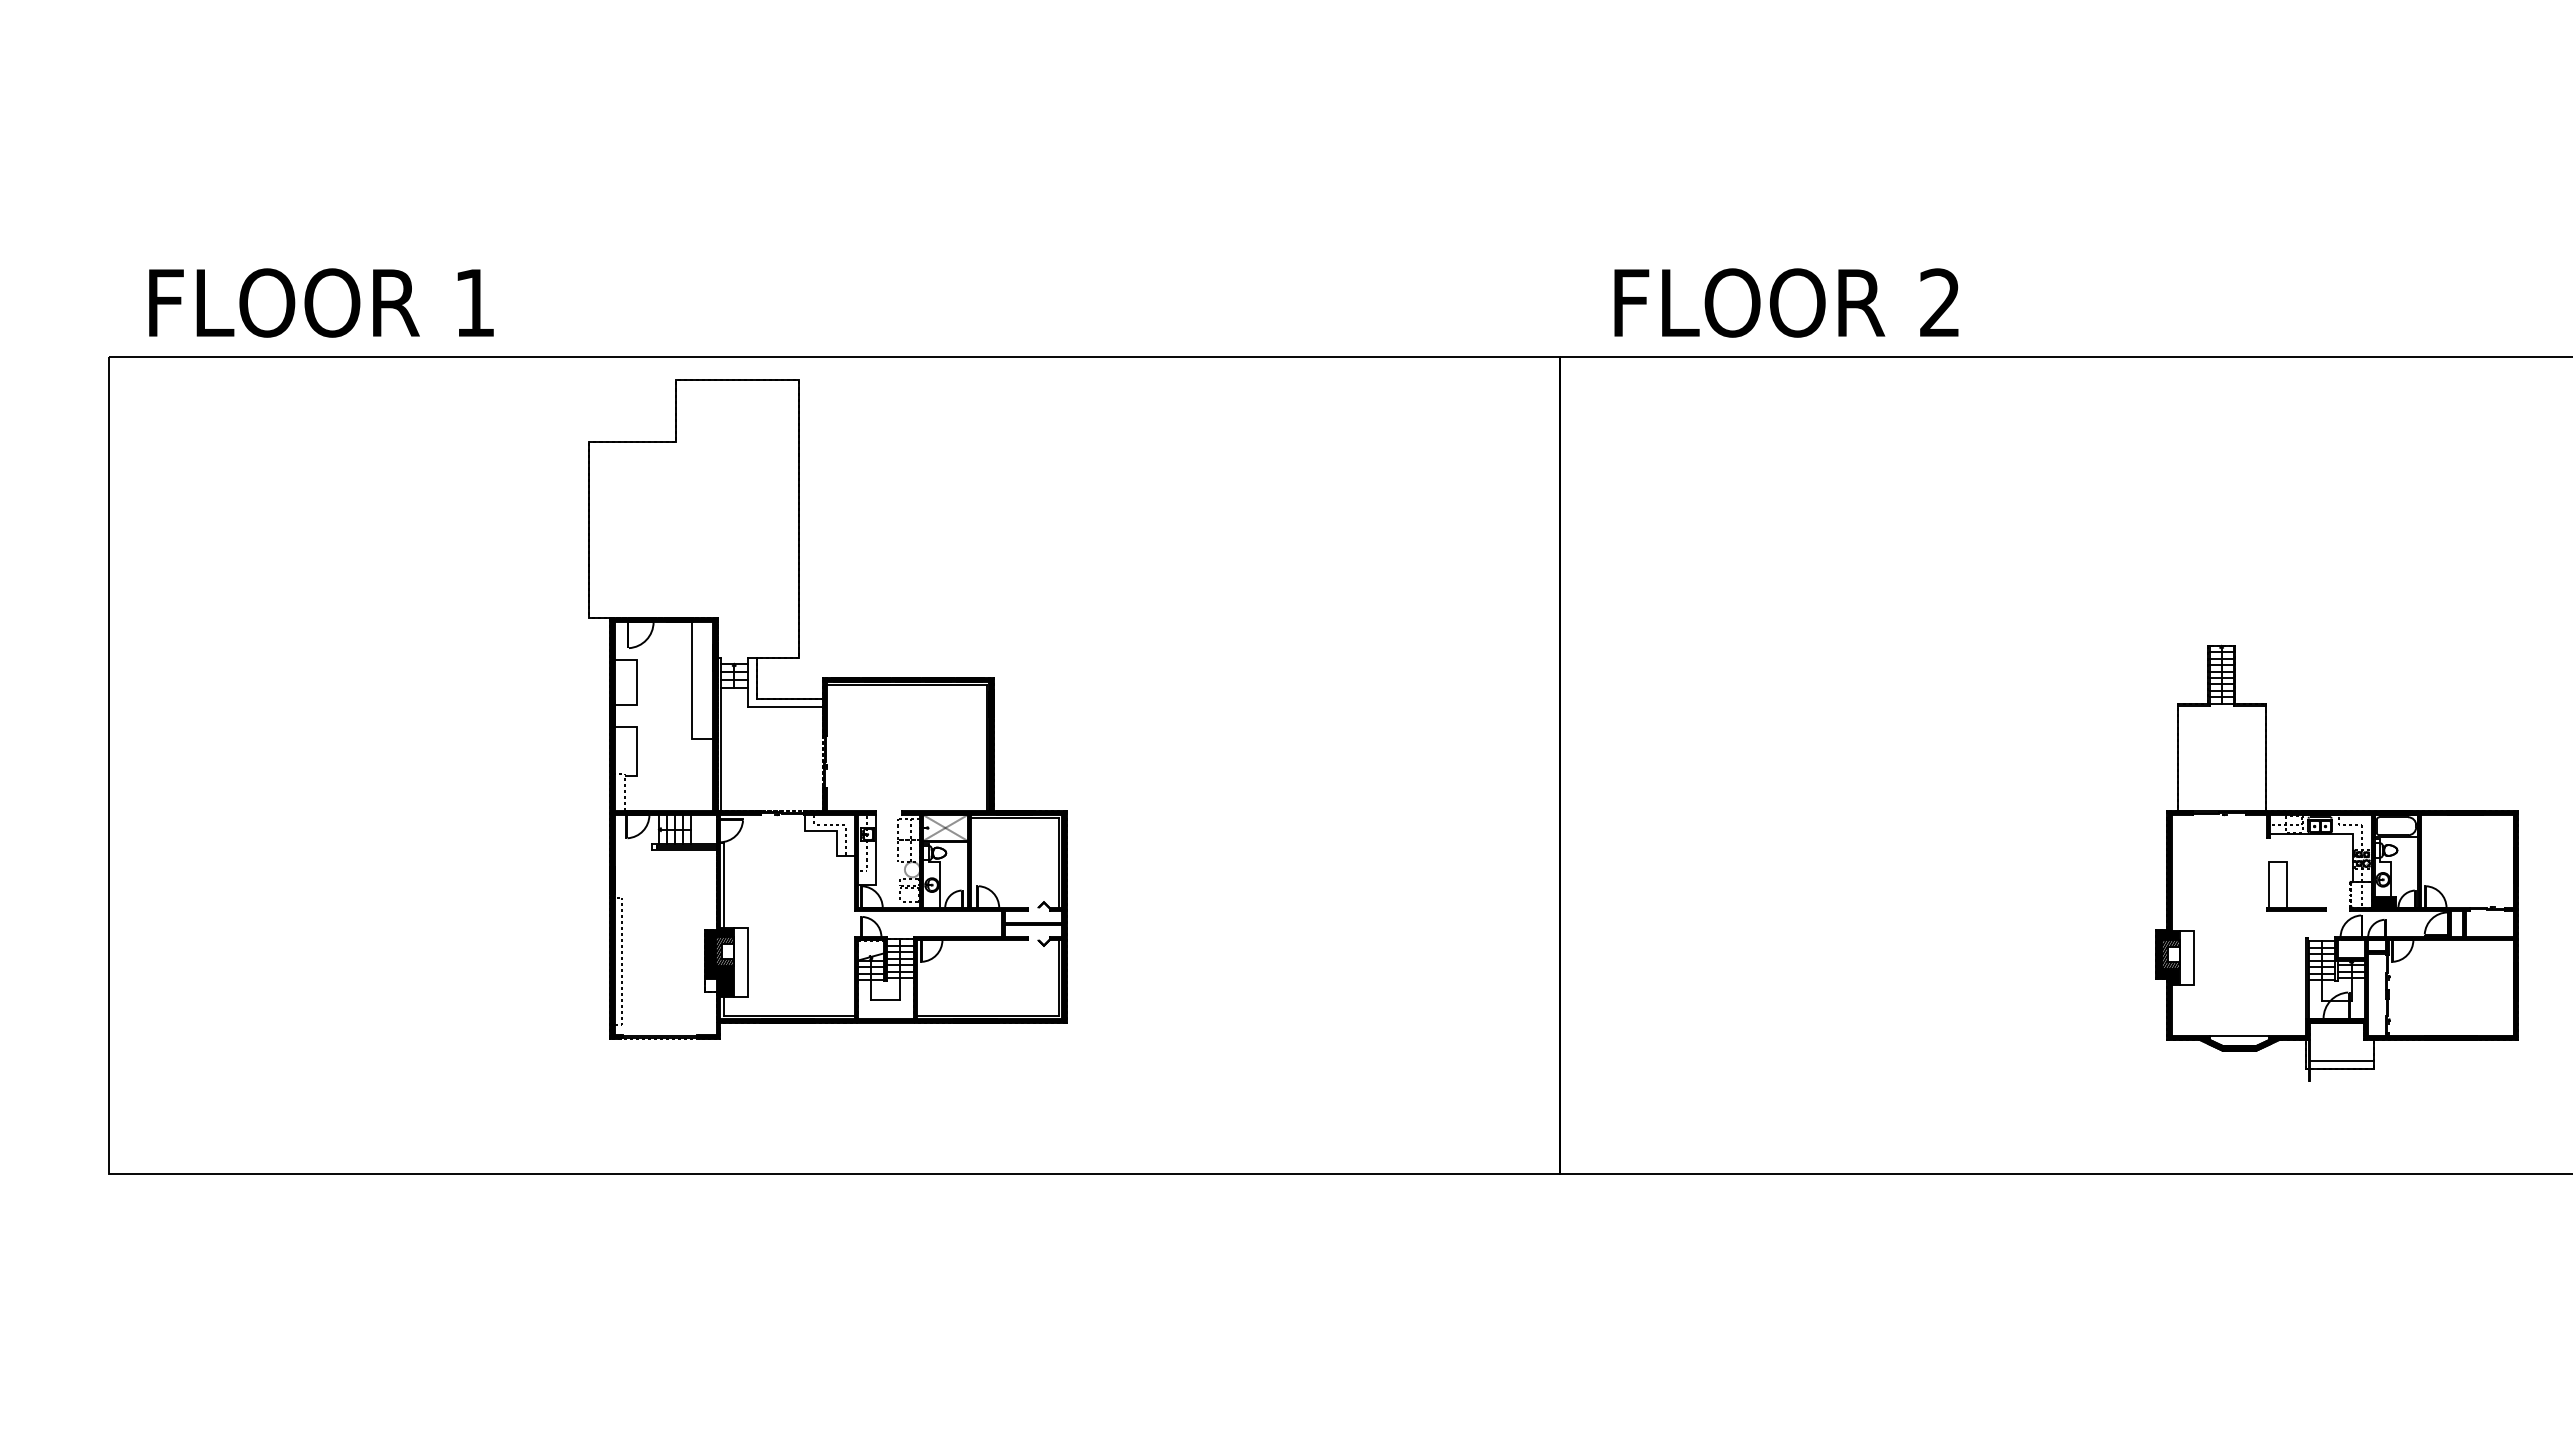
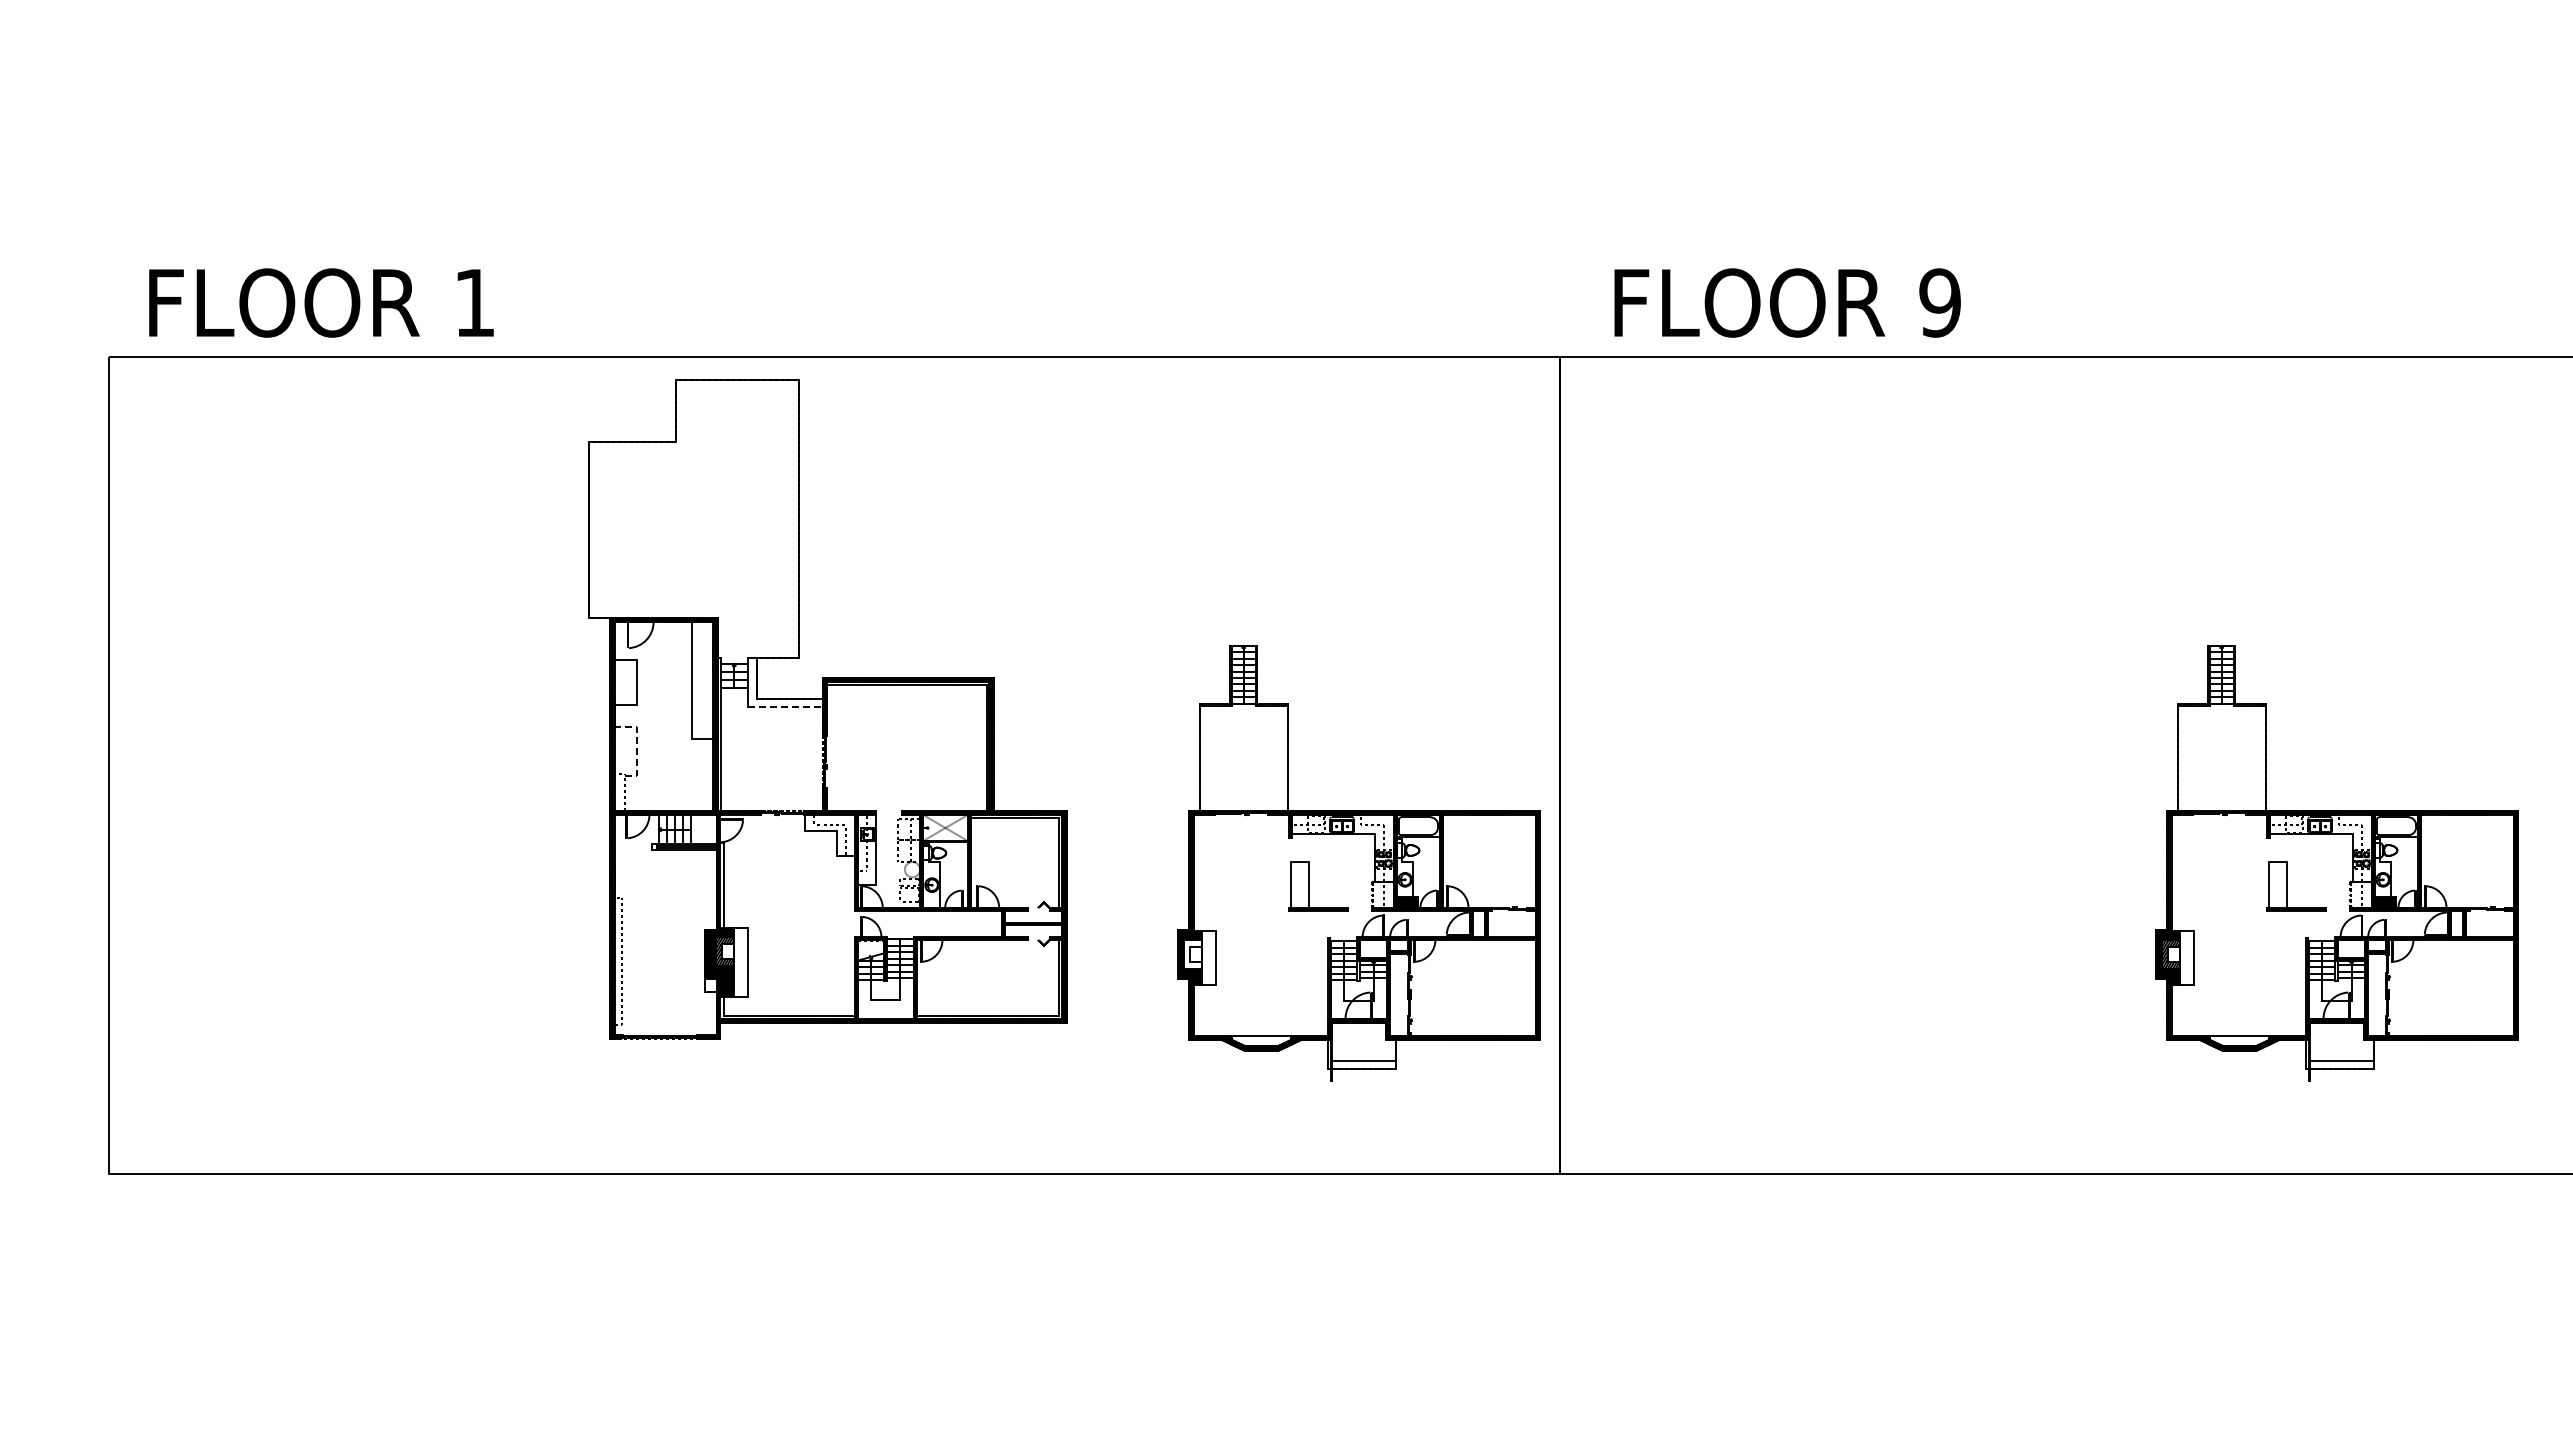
text at (1939, 302): 2 -> 9
line at (785, 707): solid -> dashed
line at (637, 746): solid -> dashed
part at (1358, 862): none -> present
